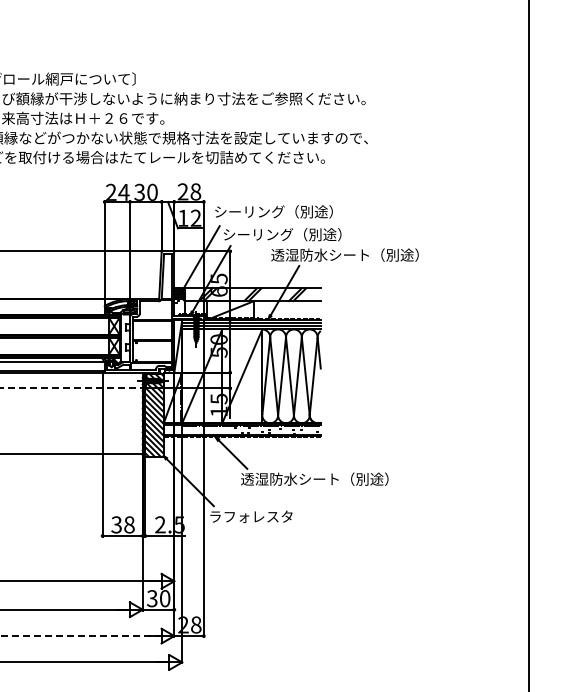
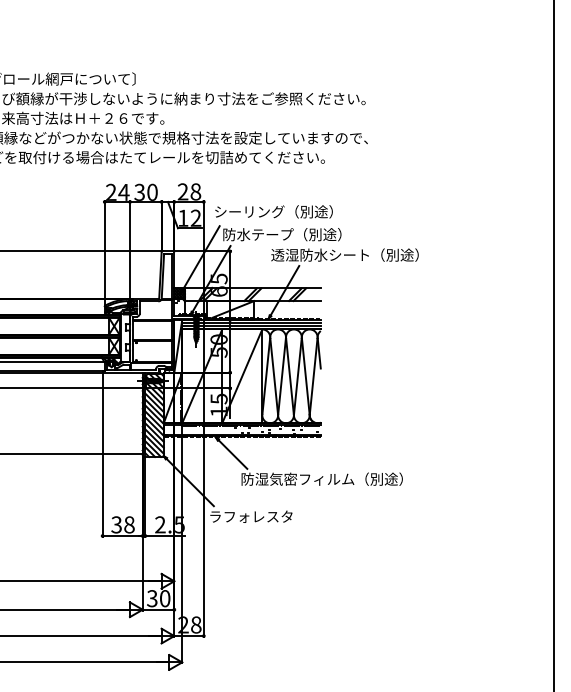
text at (258, 234): シーリング（別途） -> 防水テープ（別途）
line at (528, 345) position: (528, 345) -> (553, 345)
line at (72, 388): dashed -> solid
text at (321, 478): 透湿防水シート（別途） -> 防湿気密フィルム（別途）
line at (80, 636): dashed -> solid
